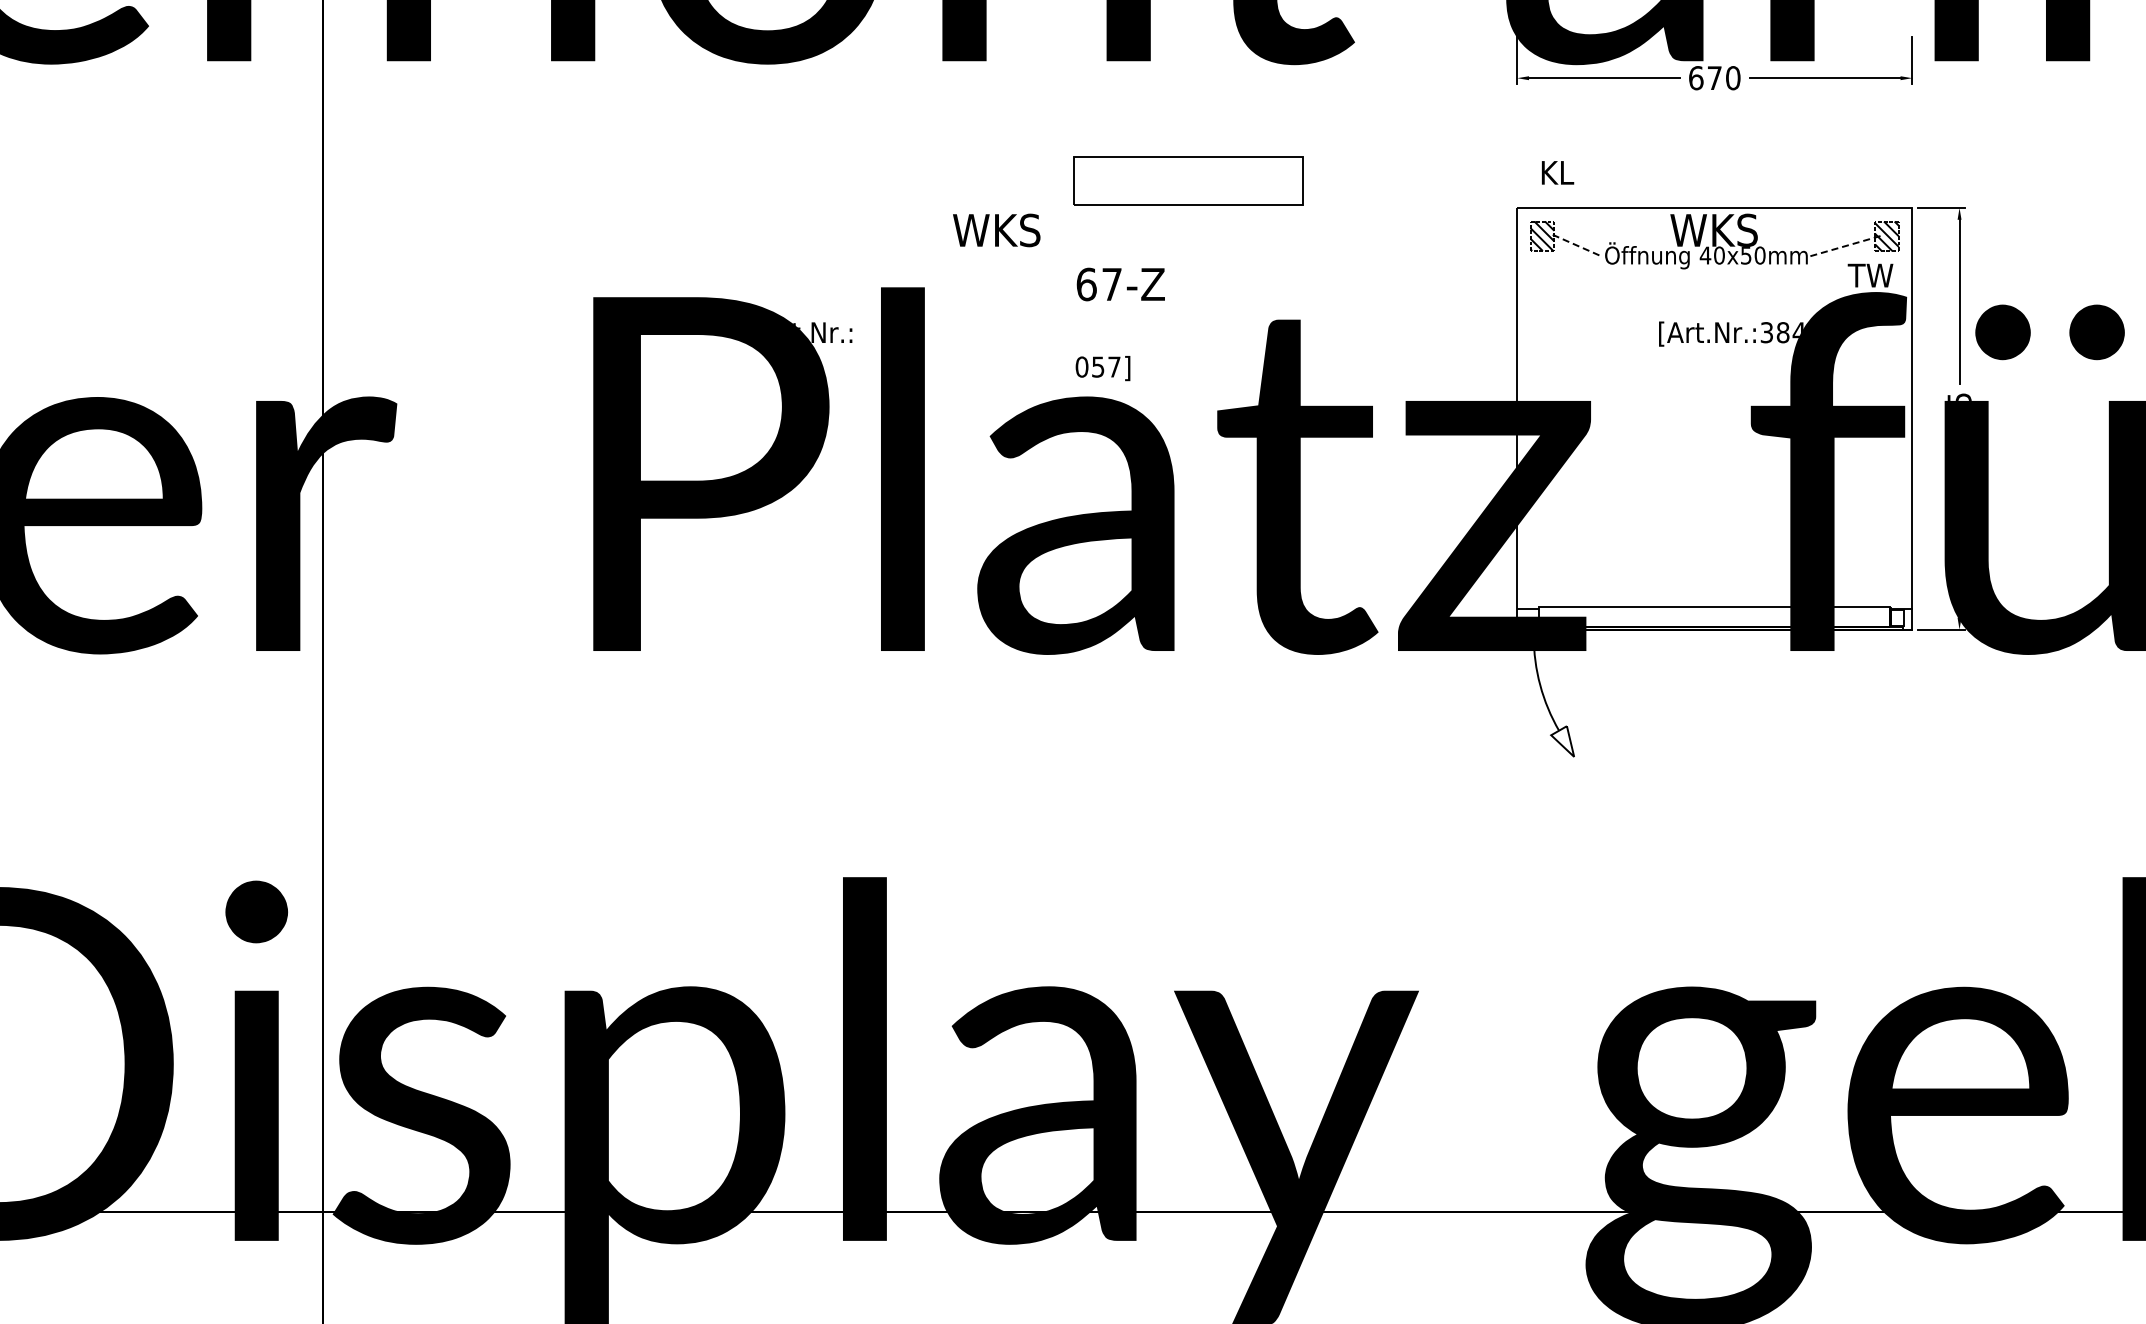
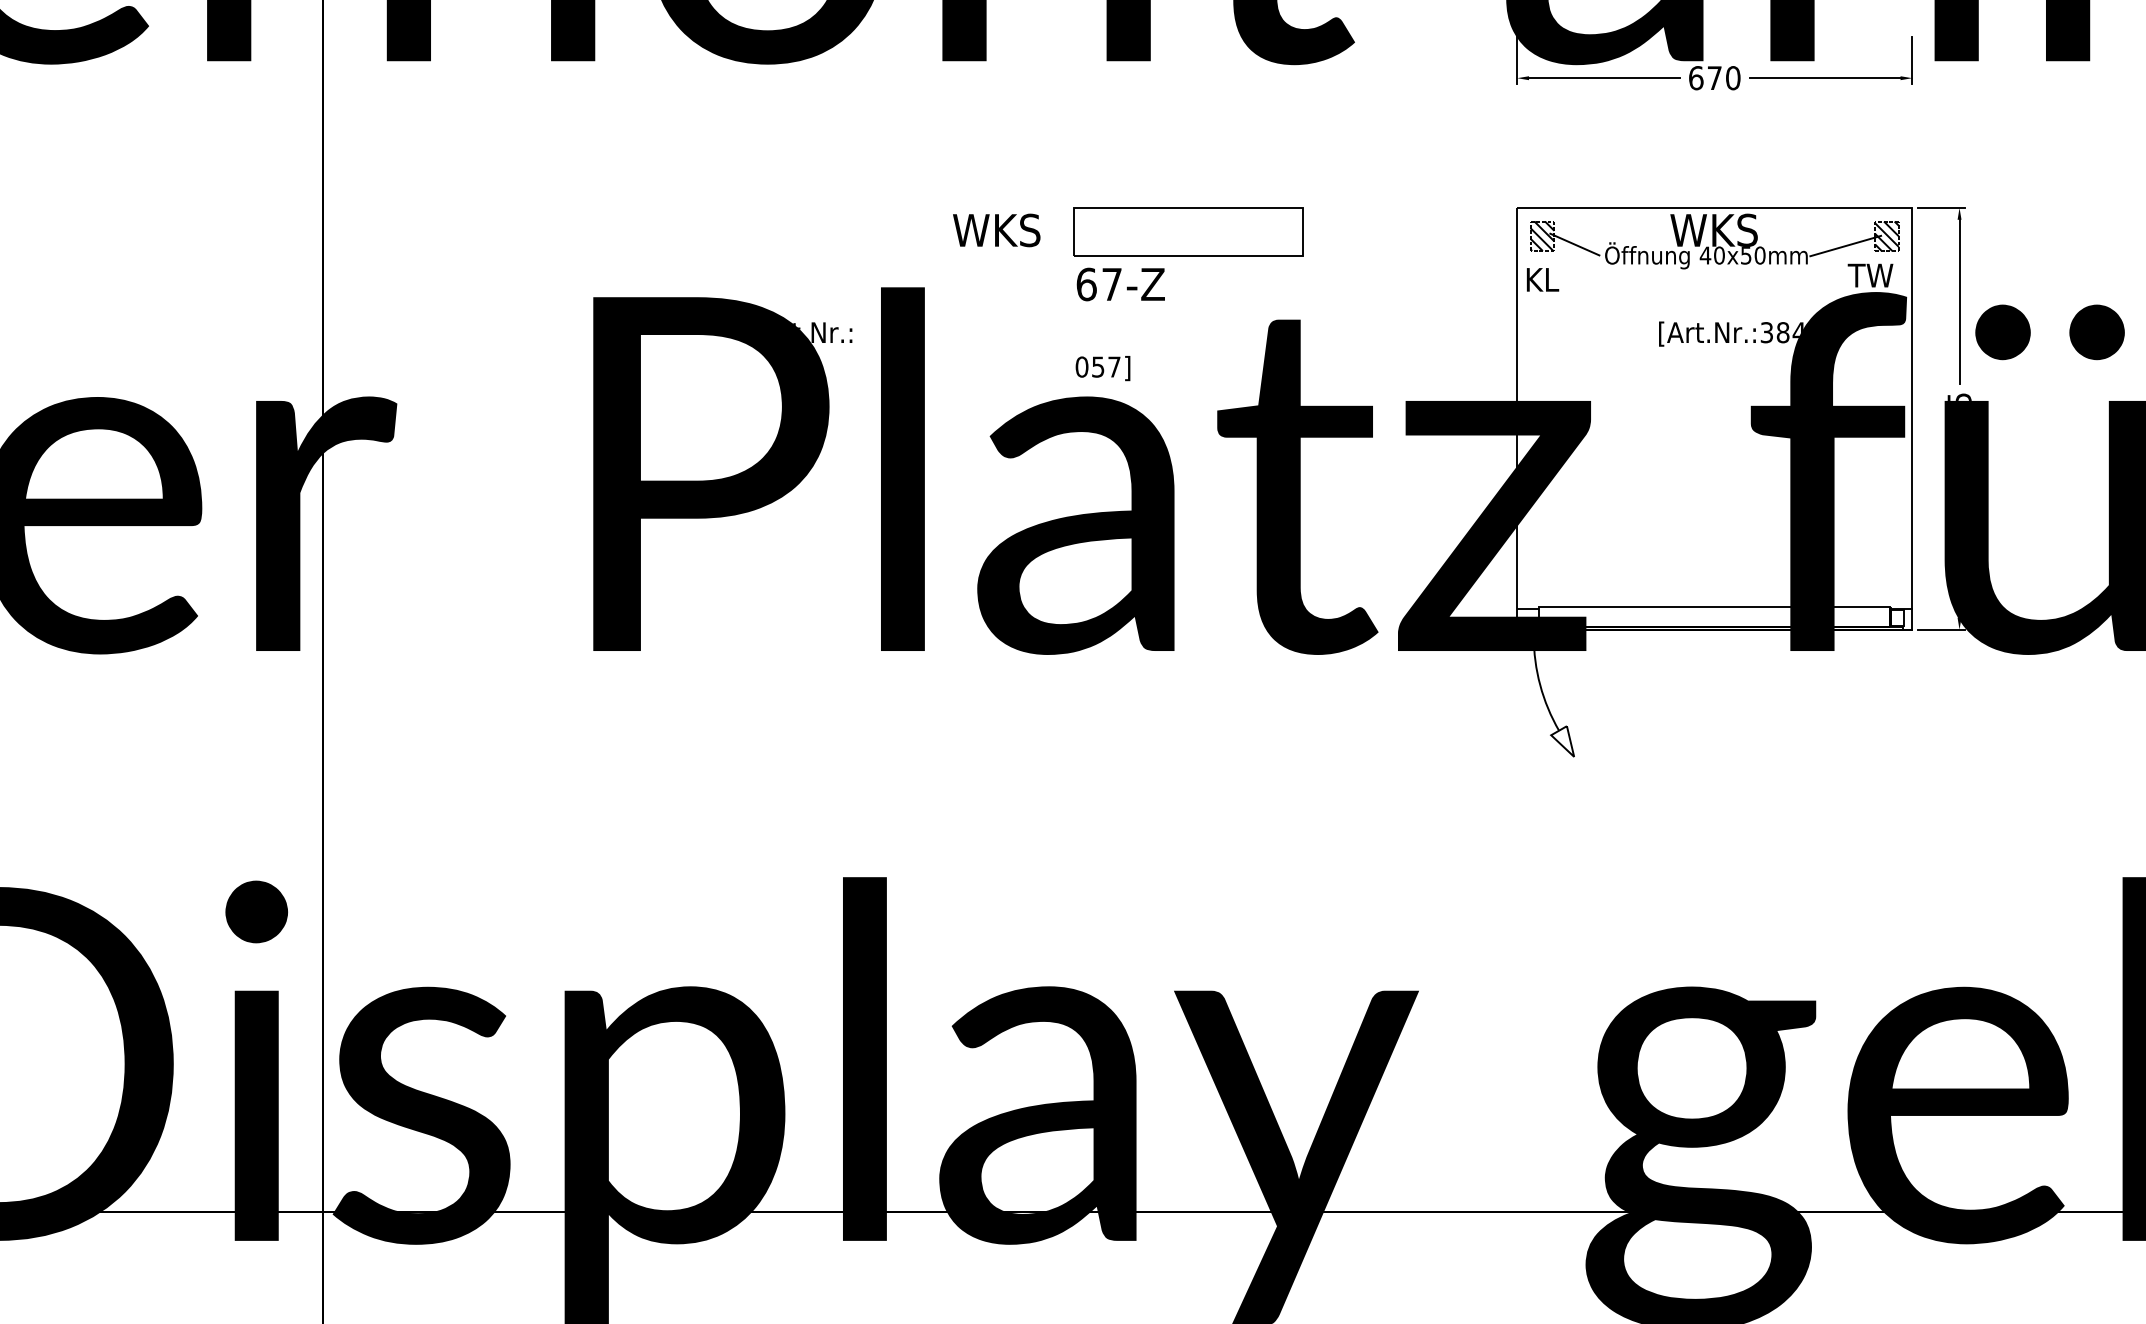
text at (1558, 172) position: (1558, 172) -> (1543, 279)
part at (1188, 180) position: (1188, 180) -> (1188, 231)
line at (1574, 244): dashed -> solid
line at (1845, 246): dashed -> solid
